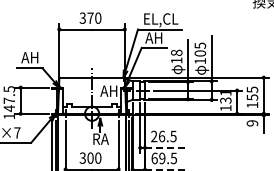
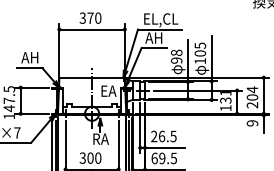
text at (176, 60): 18 -> 98
text at (108, 90): AH -> EA
text at (252, 97): 155 -> 204
line at (164, 147): dashed -> solid
line at (164, 169): dashed -> solid
